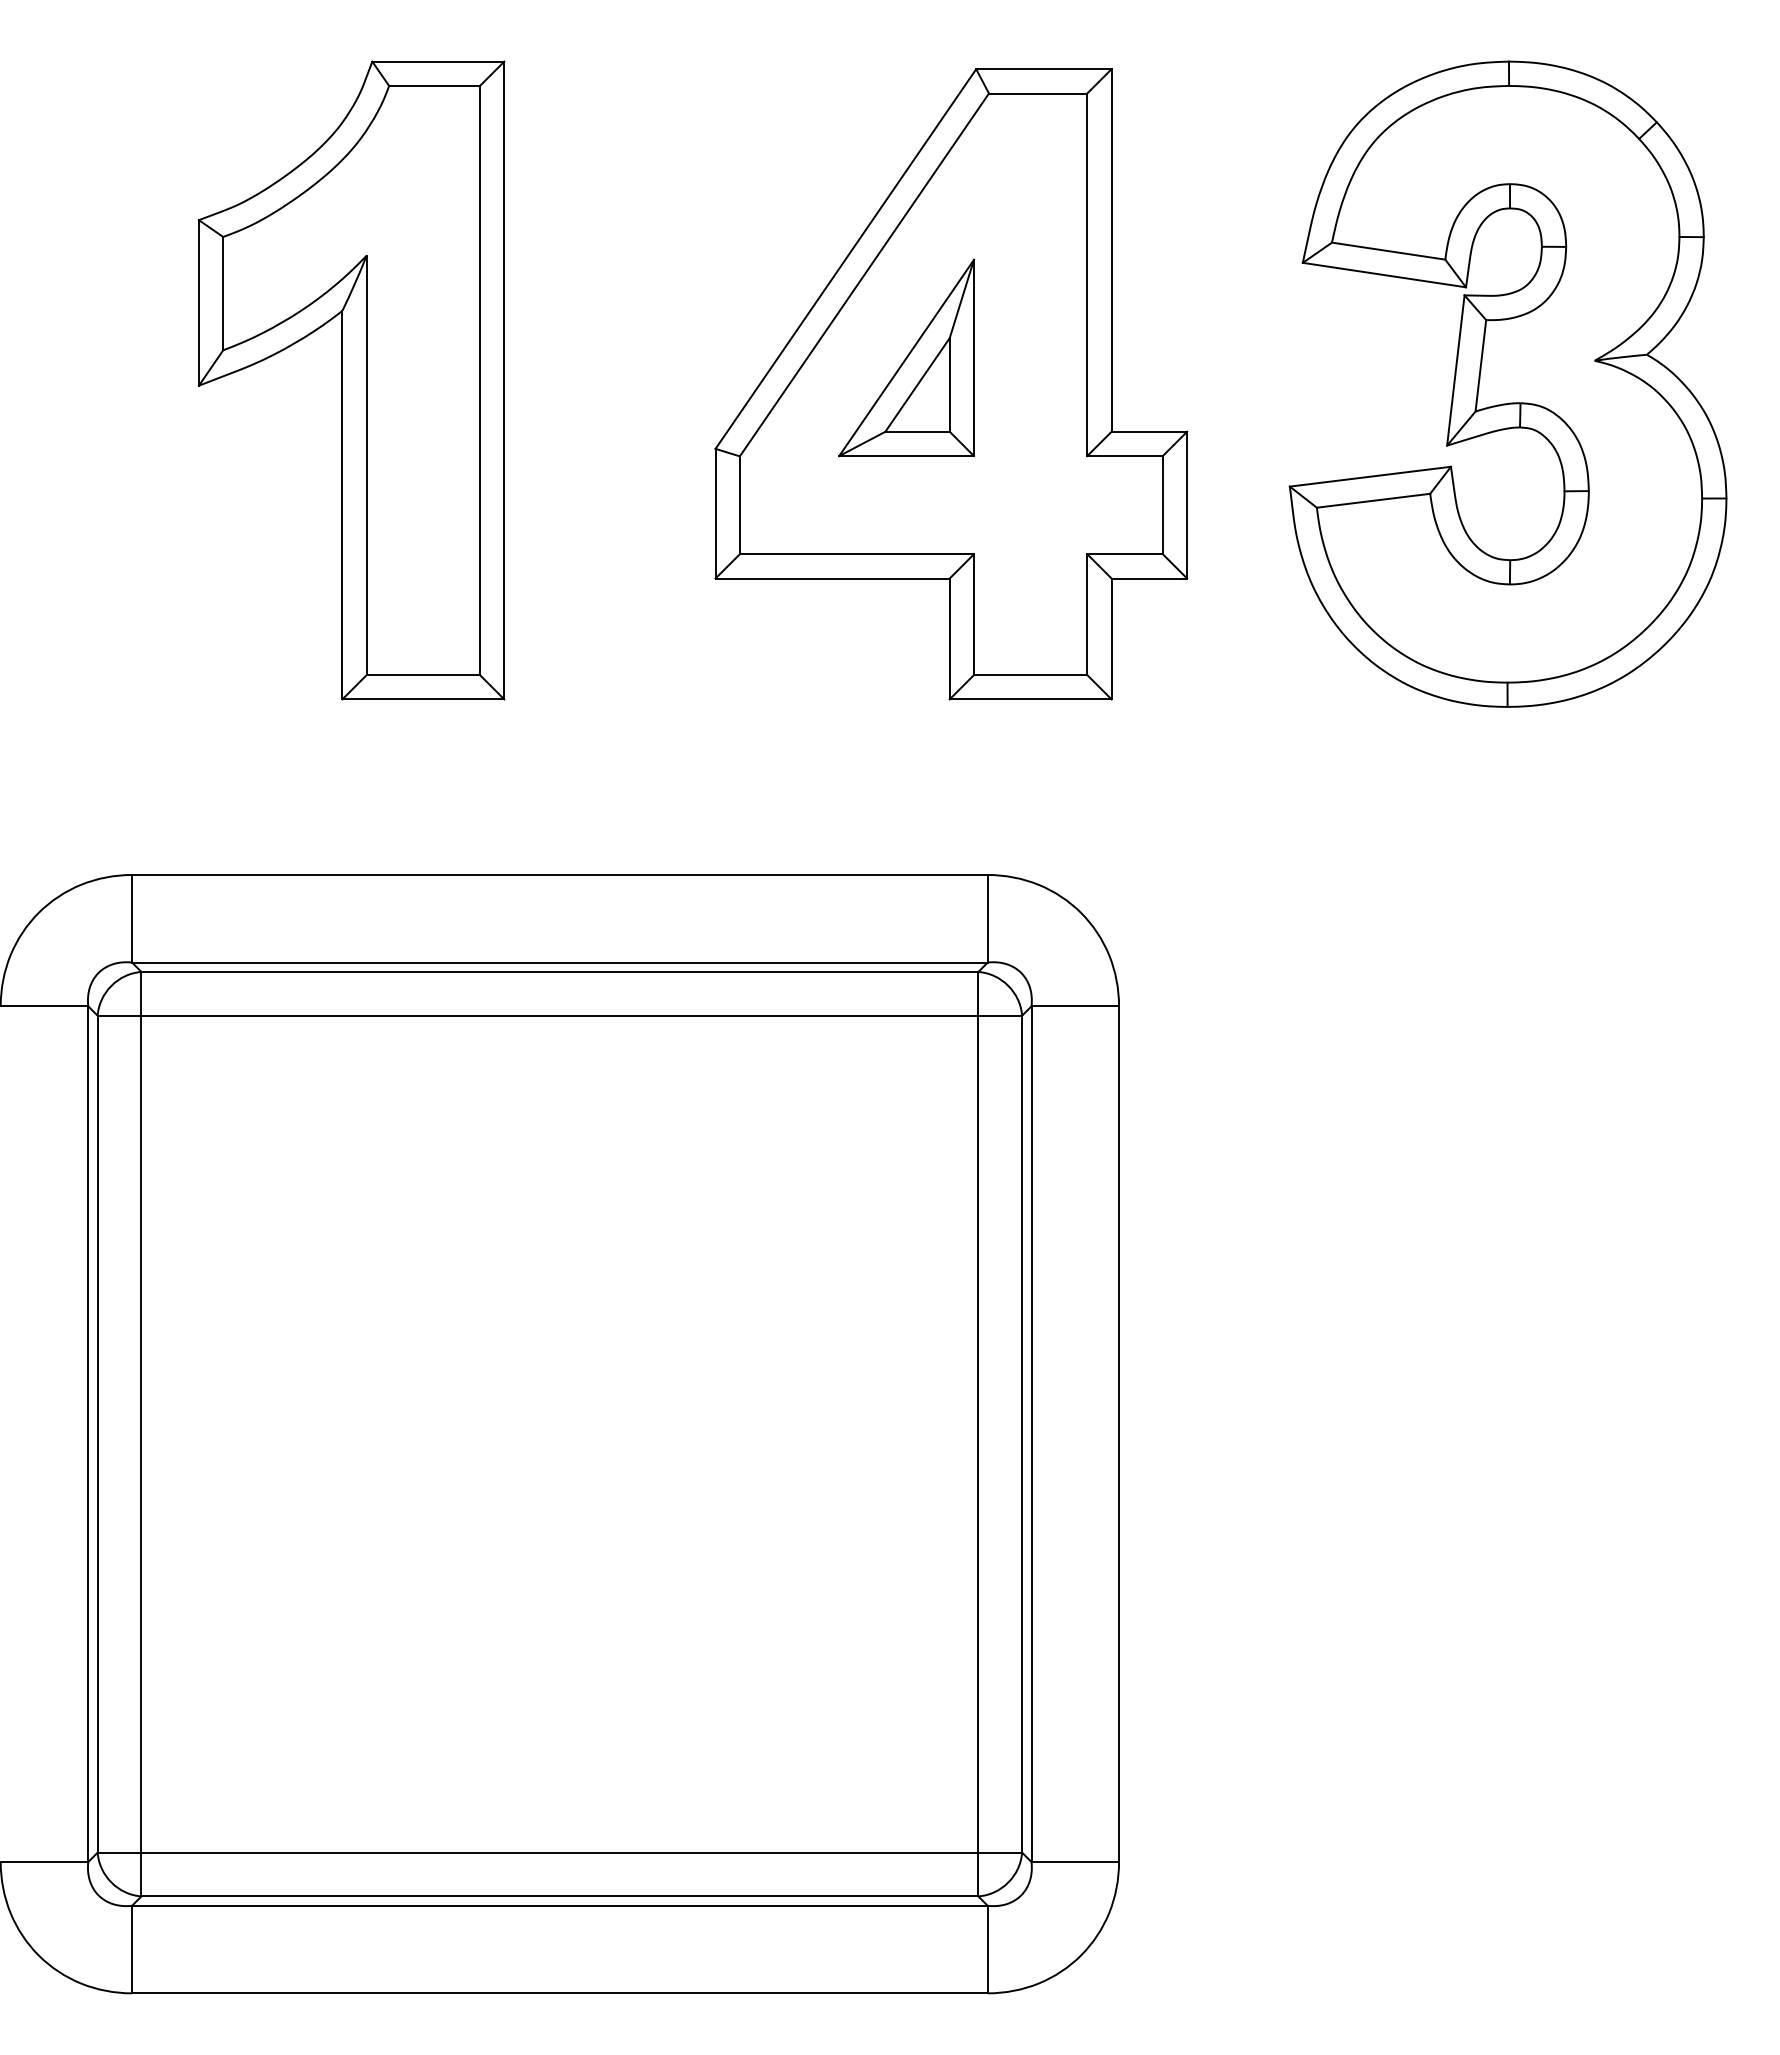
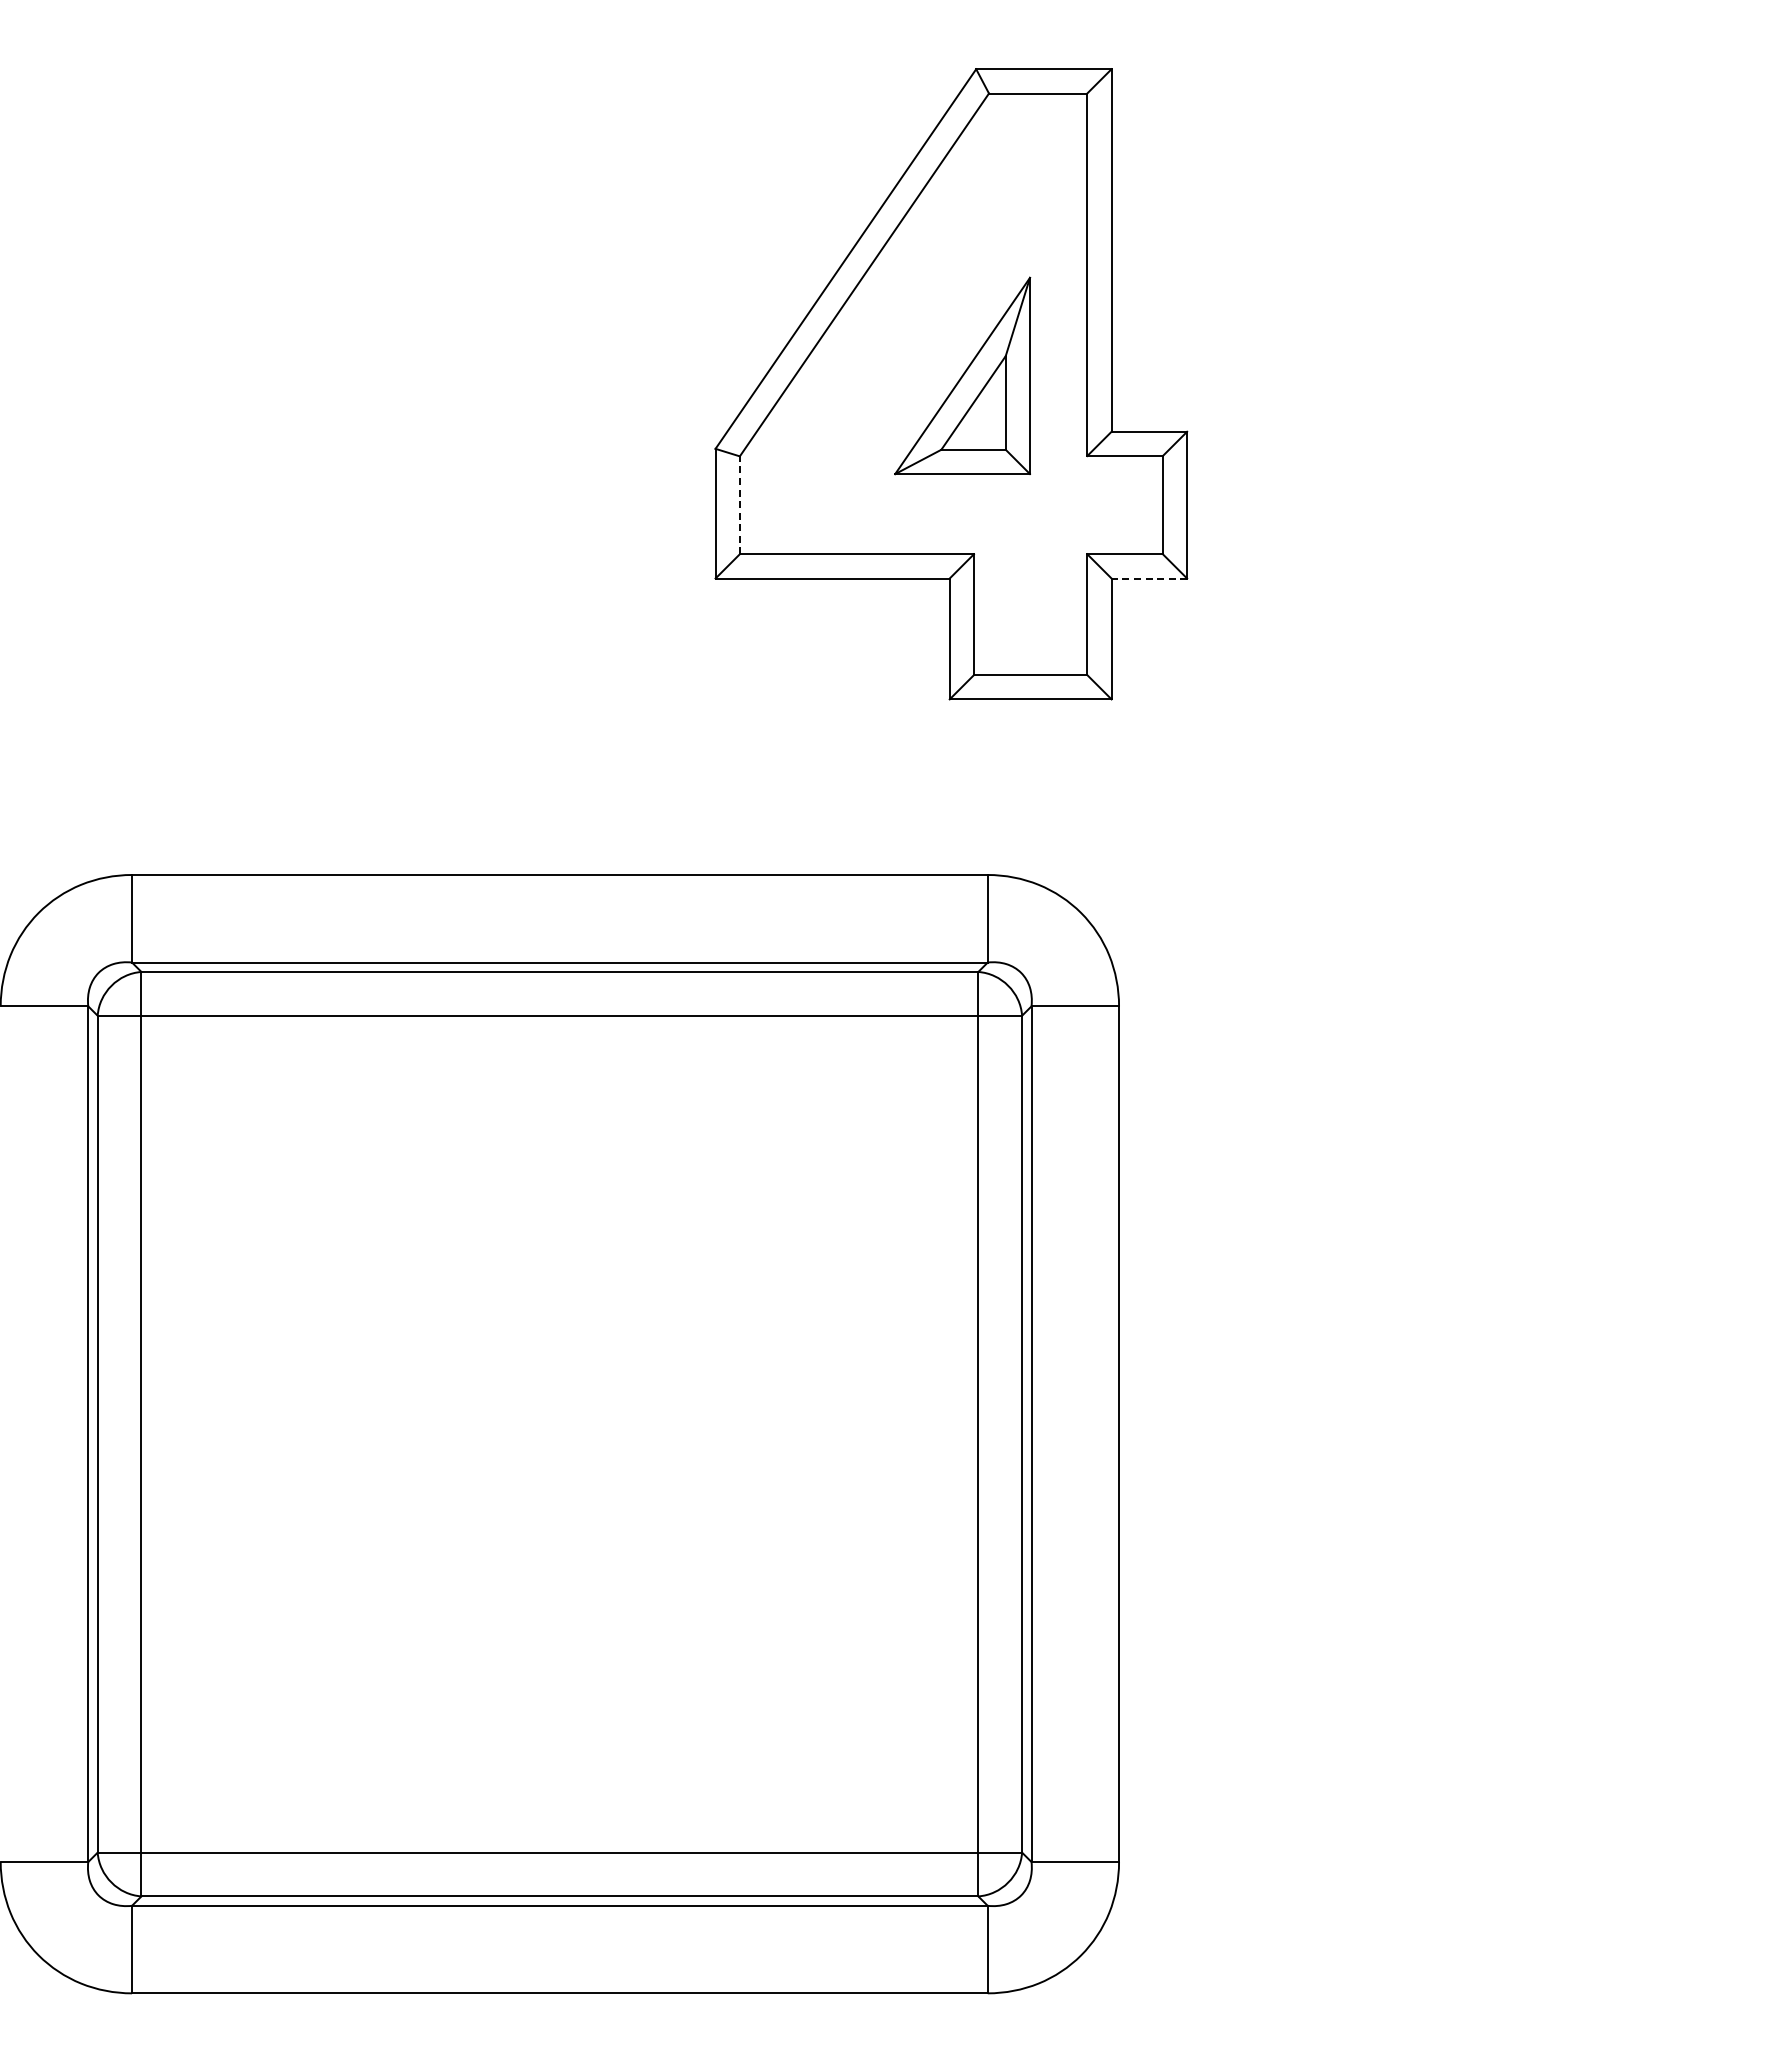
part at (906, 357) position: (906, 357) -> (962, 375)
part at (351, 380): present -> none
part at (1507, 383): present -> none
line at (739, 505): solid -> dashed
line at (1149, 578): solid -> dashed
